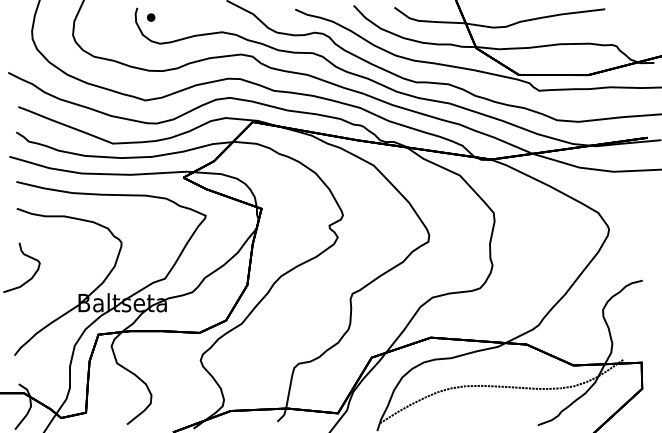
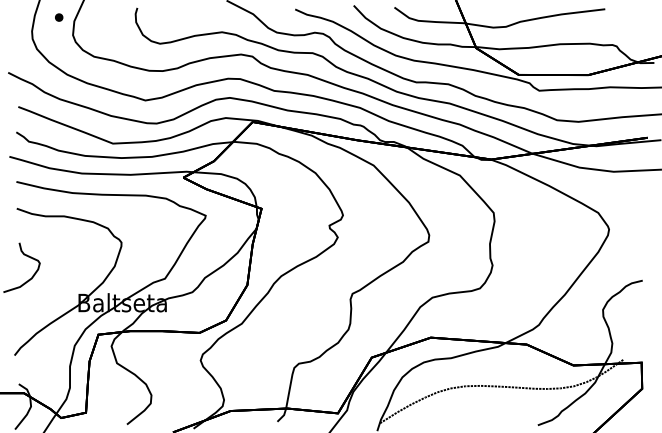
part at (151, 17) position: (151, 17) -> (59, 17)
